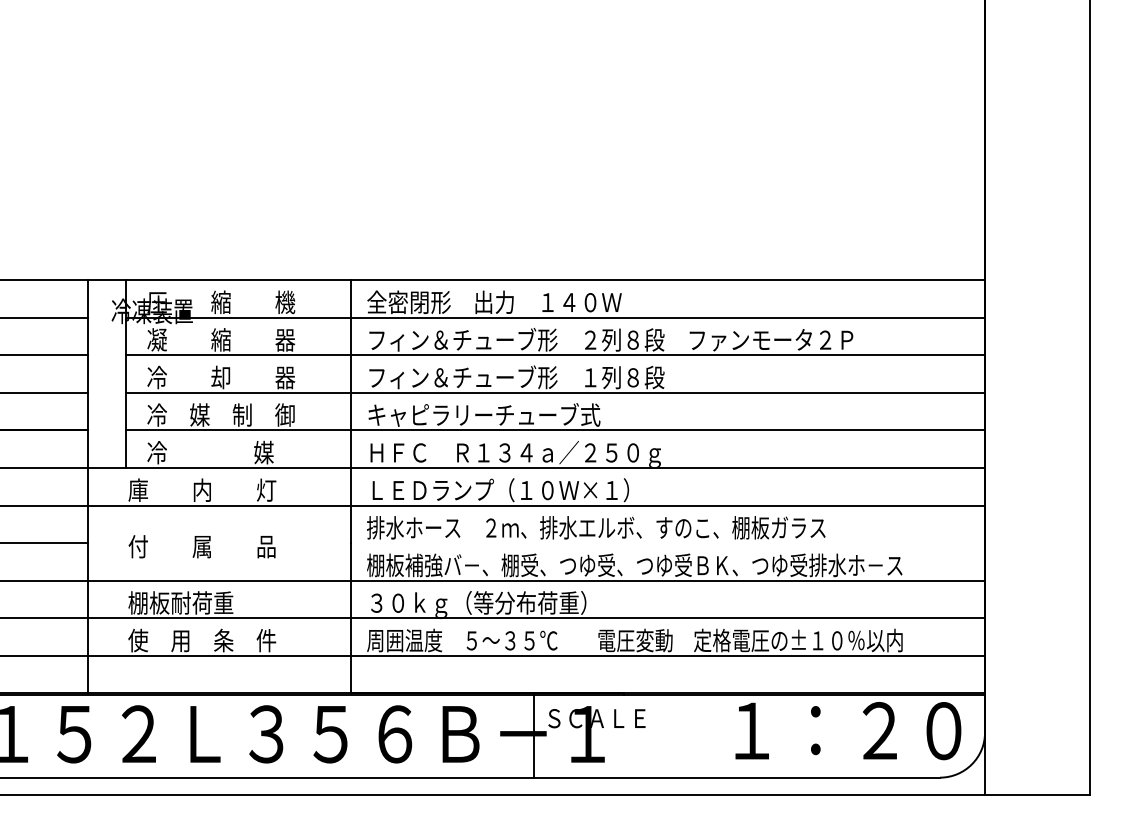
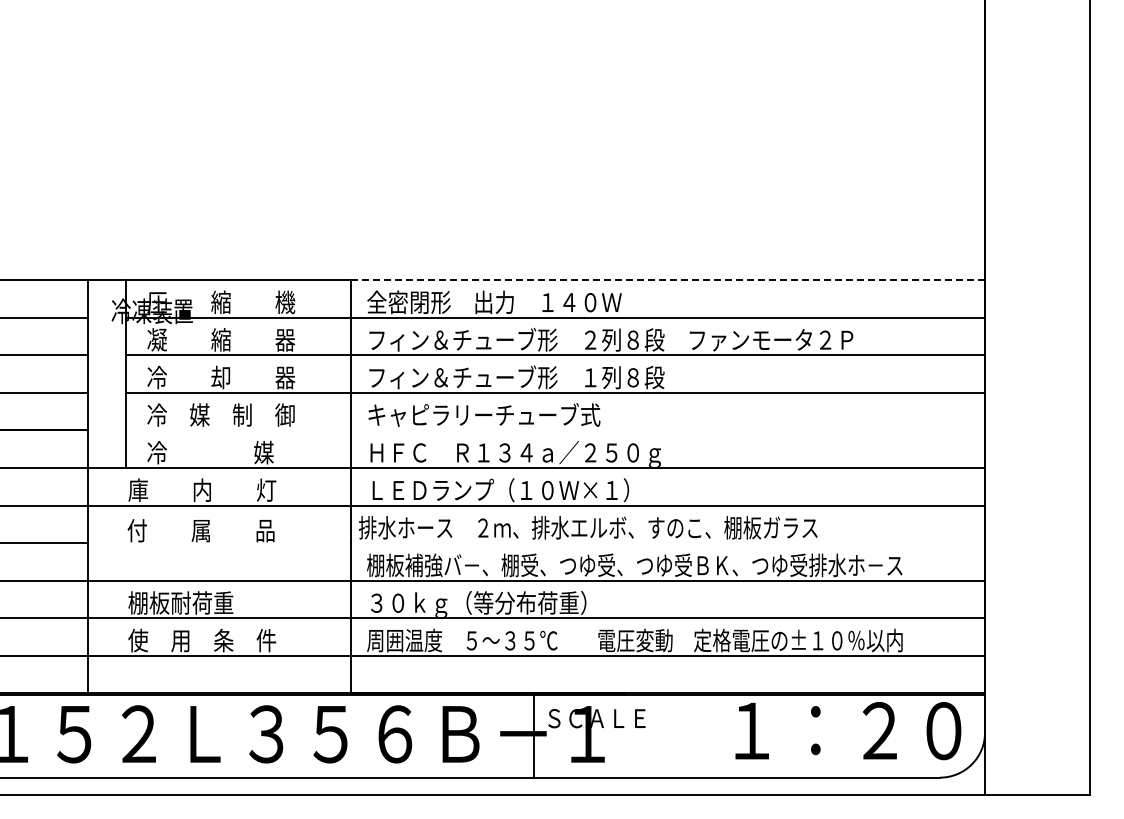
line at (668, 280): solid -> dashed
line at (555, 430): present -> none
text at (596, 527) position: (596, 527) -> (588, 527)
text at (201, 546) position: (201, 546) -> (200, 530)
